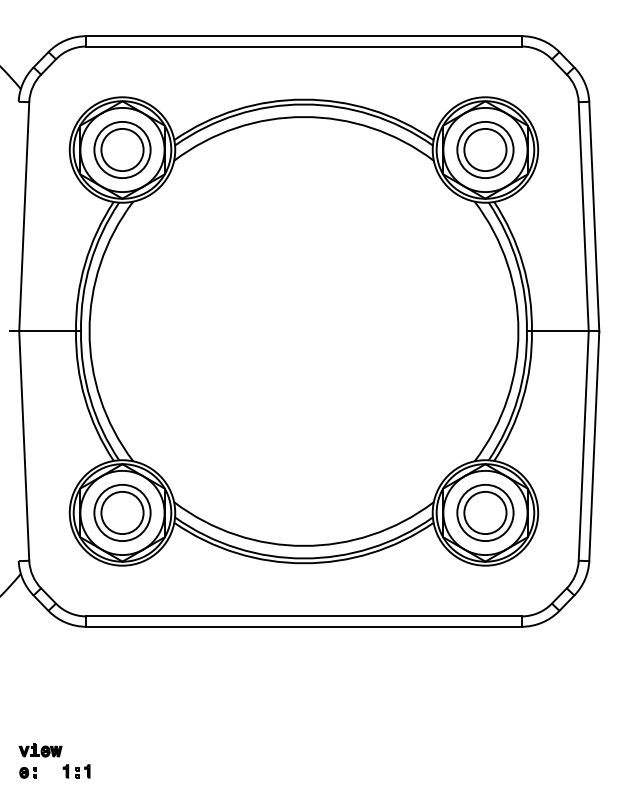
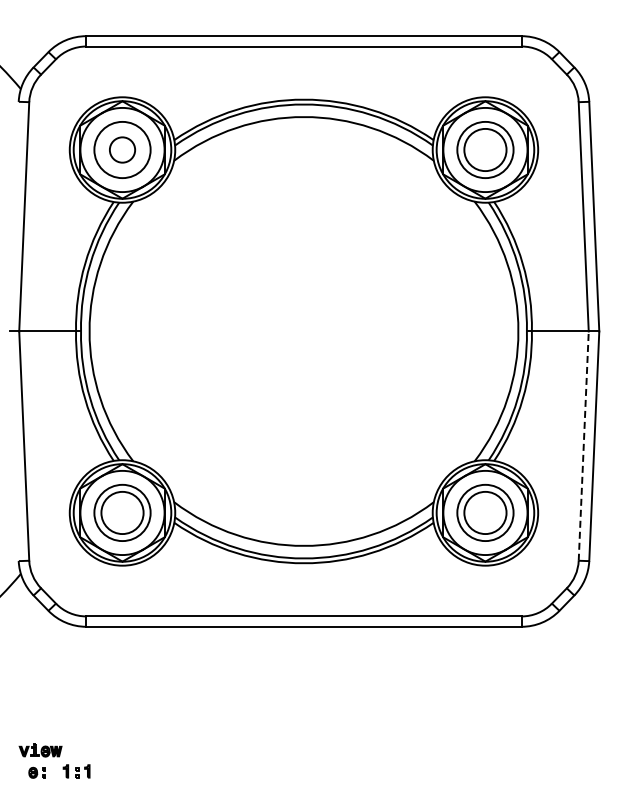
circle at (122, 149) diameter: 42 px -> 25 px
line at (583, 446): solid -> dashed
part at (27, 772) position: (27, 772) -> (36, 772)
